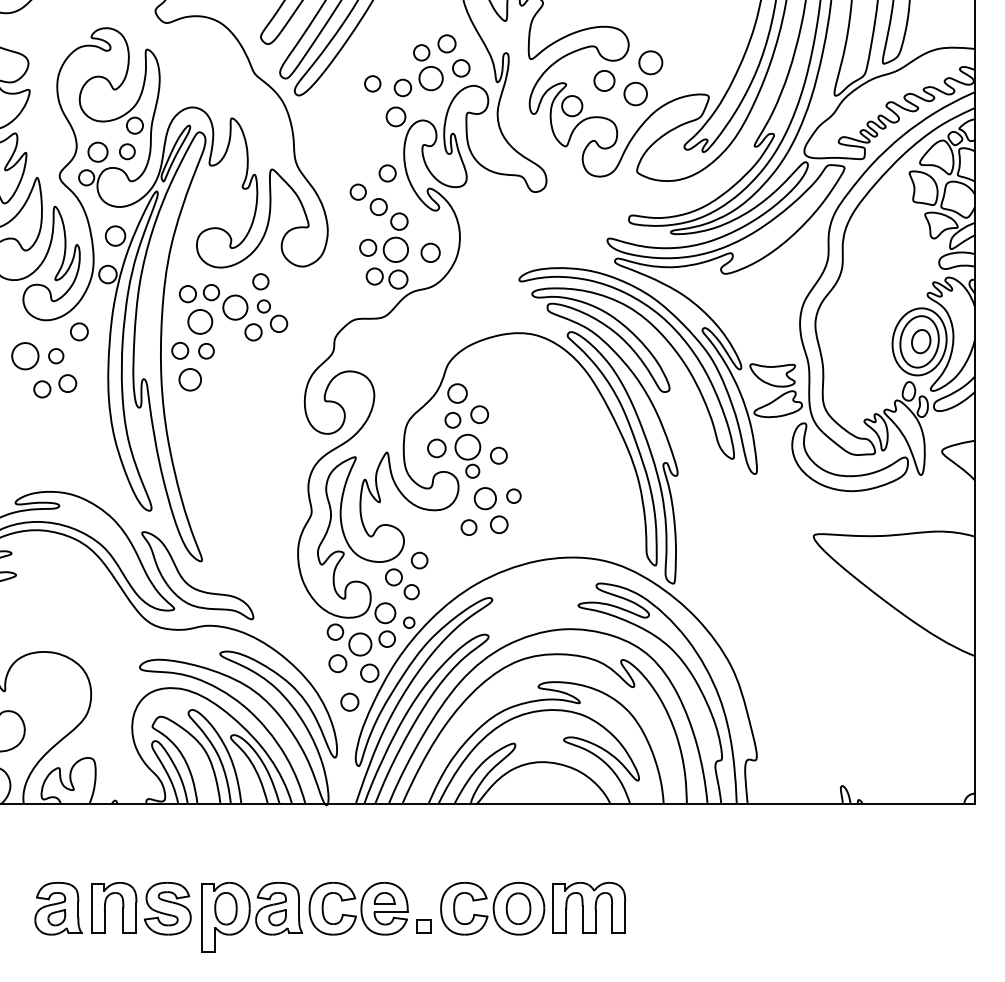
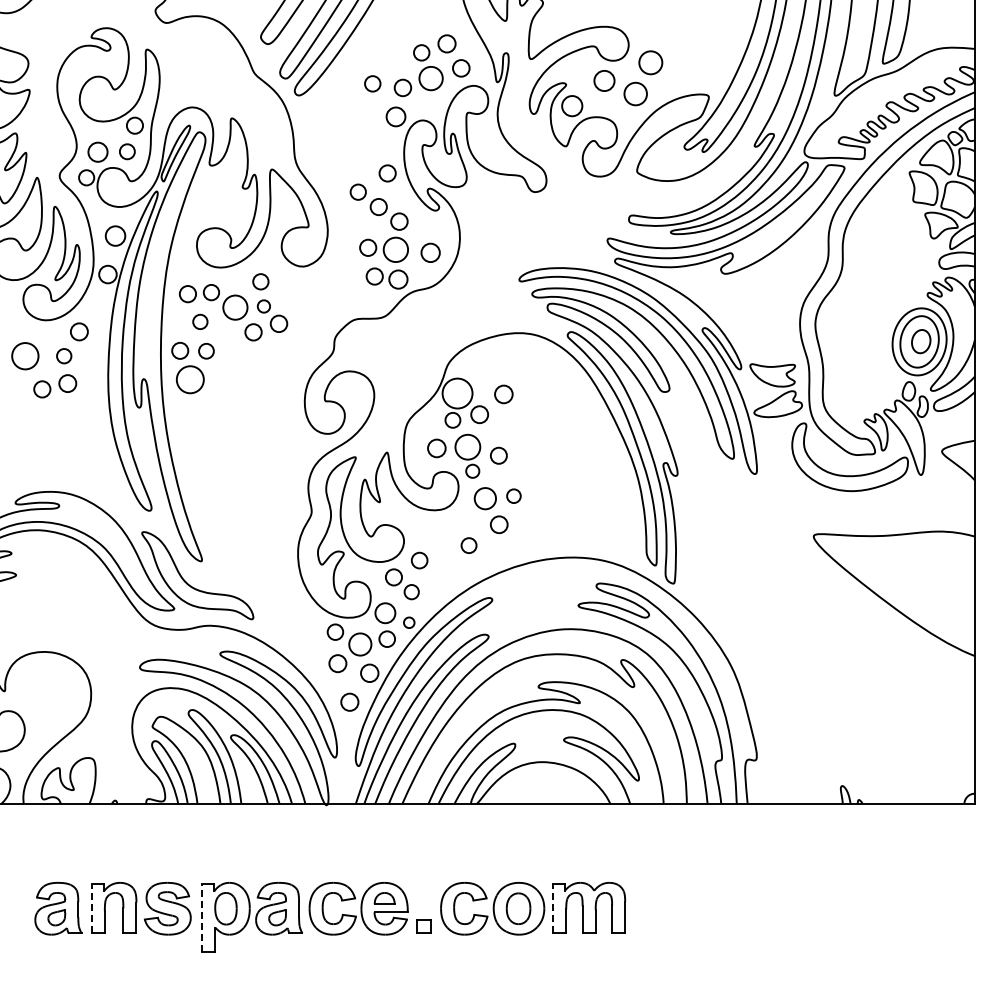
circle at (200, 321) size: 27x26 px -> 17x17 px
circle at (56, 356) position: (56, 356) -> (64, 356)
circle at (189, 379) size: 24x24 px -> 30x30 px
circle at (457, 393) diameter: 19 px -> 30 px
circle at (503, 394): none -> present
circle at (468, 527) position: (468, 527) -> (468, 545)
line at (91, 908): solid -> dashed
line at (553, 908): solid -> dashed
line at (202, 917): solid -> dashed
